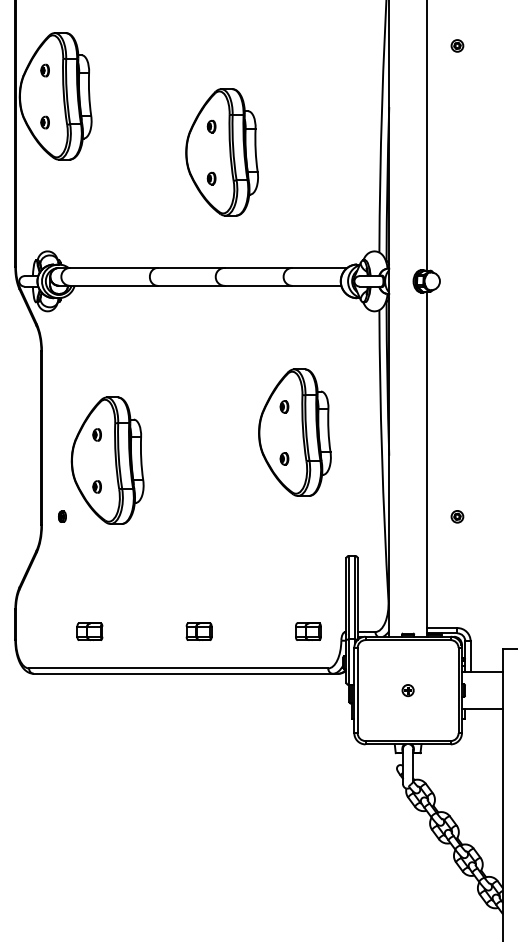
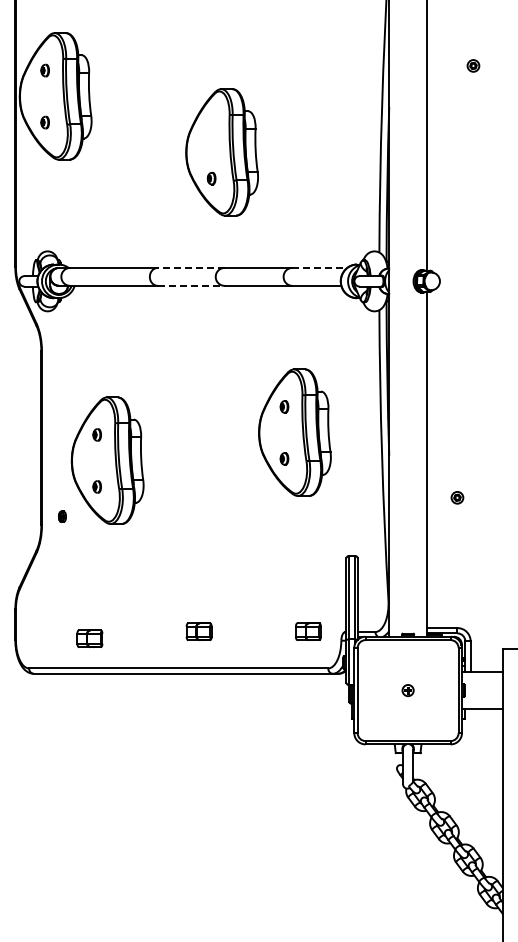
part at (457, 45) position: (457, 45) -> (473, 65)
part at (211, 126): present -> none
line at (190, 267): solid -> dashed
line at (319, 267): solid -> dashed
line at (191, 285): solid -> dashed
part at (457, 516) position: (457, 516) -> (457, 497)
part at (89, 631) position: (89, 631) -> (89, 638)
